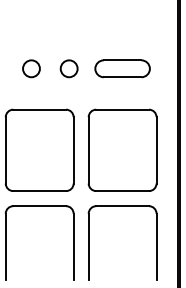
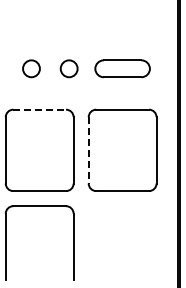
line at (40, 109): solid -> dashed
line at (88, 150): solid -> dashed
part at (89, 242): present -> none
